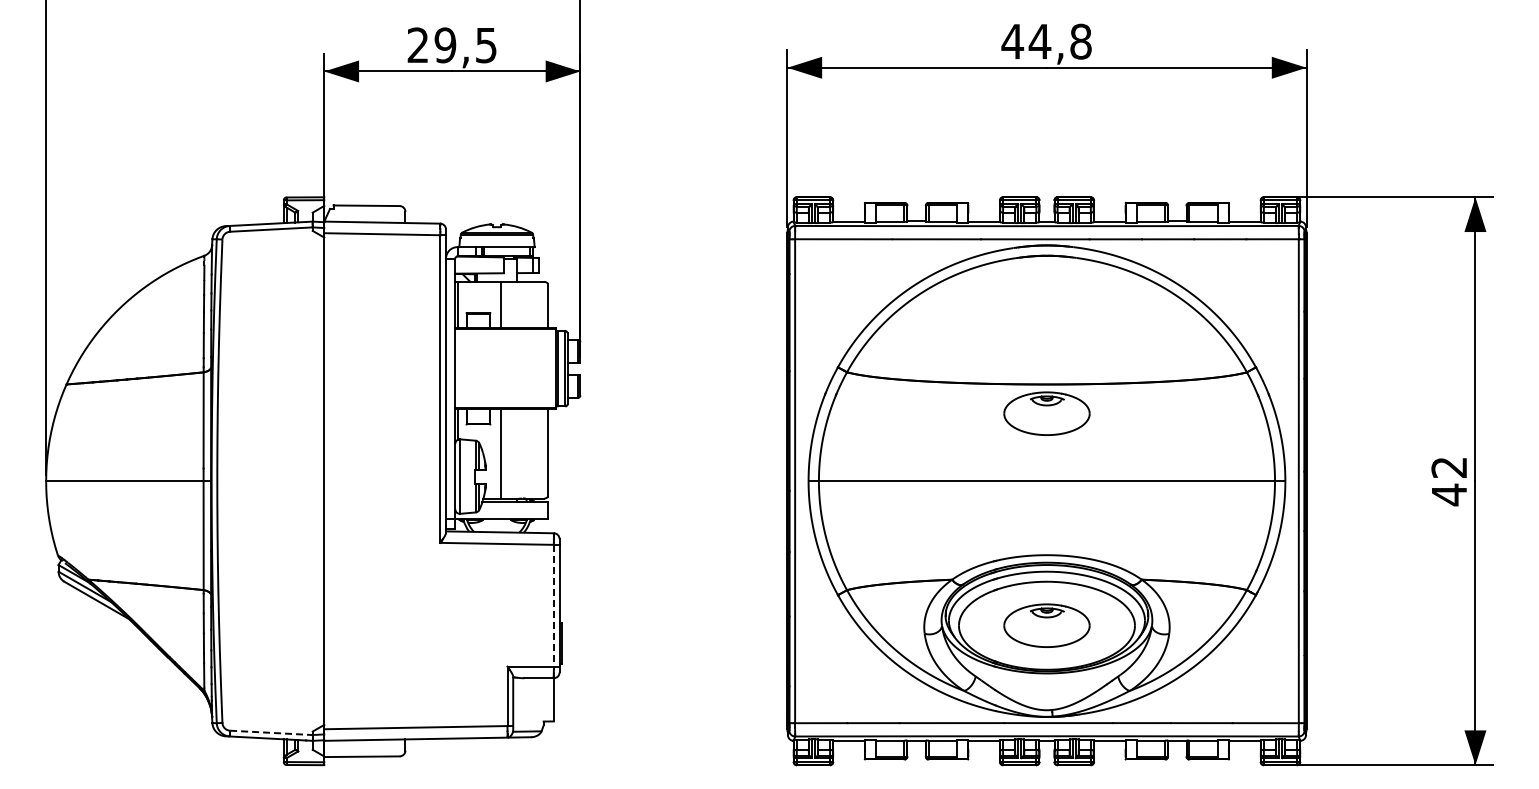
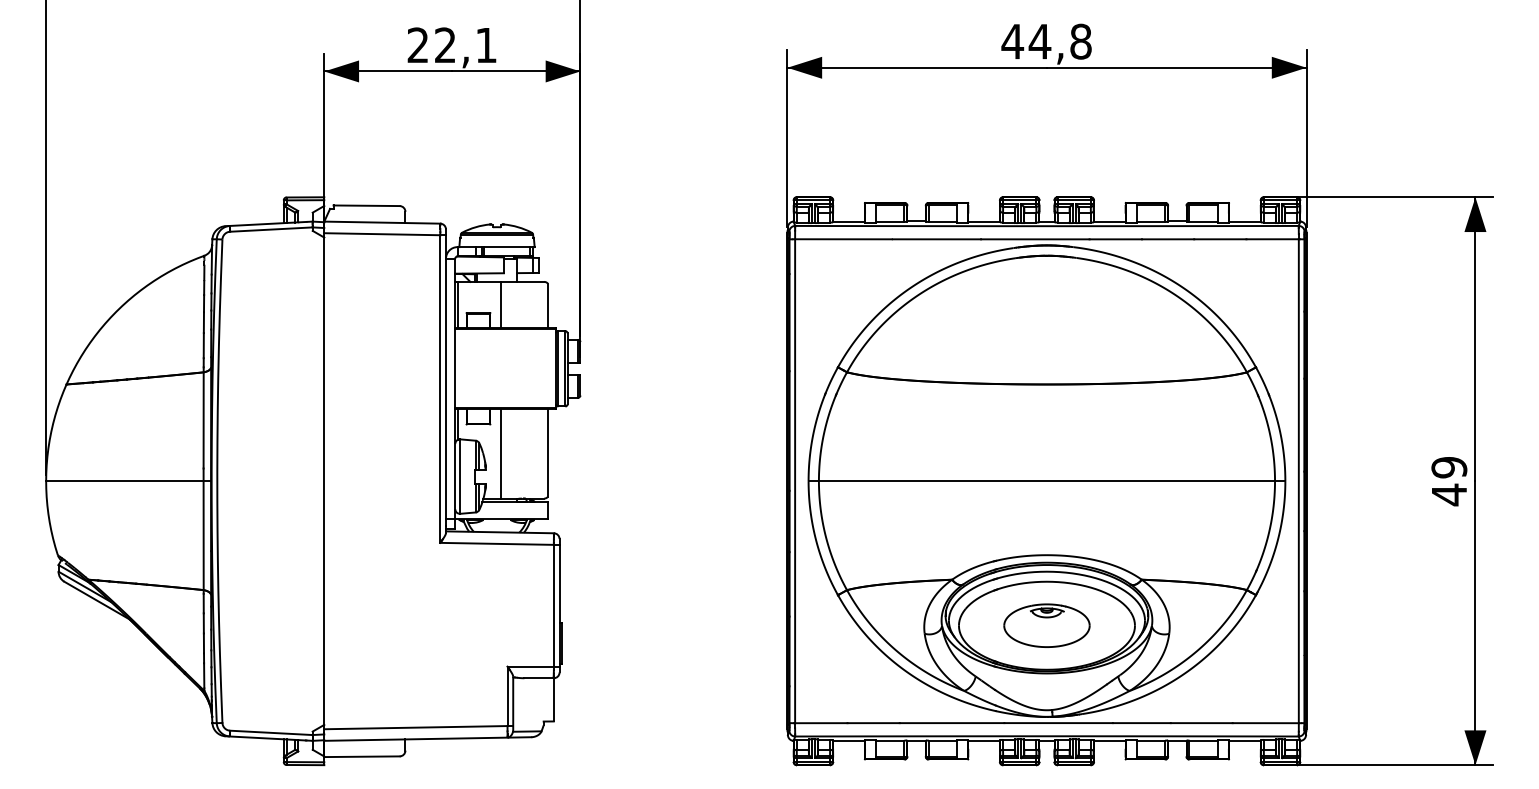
text at (465, 45): 29,5 -> 22,1
part at (1046, 413): present -> none
text at (1449, 467): 42 -> 49
line at (553, 607): dashed -> solid
line at (271, 732): dashed -> solid
